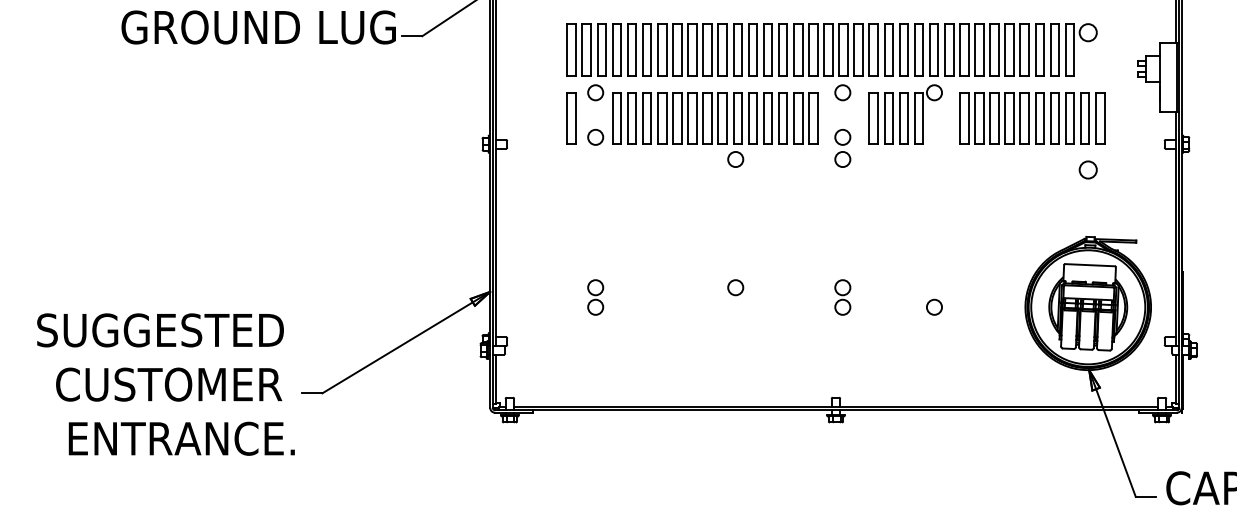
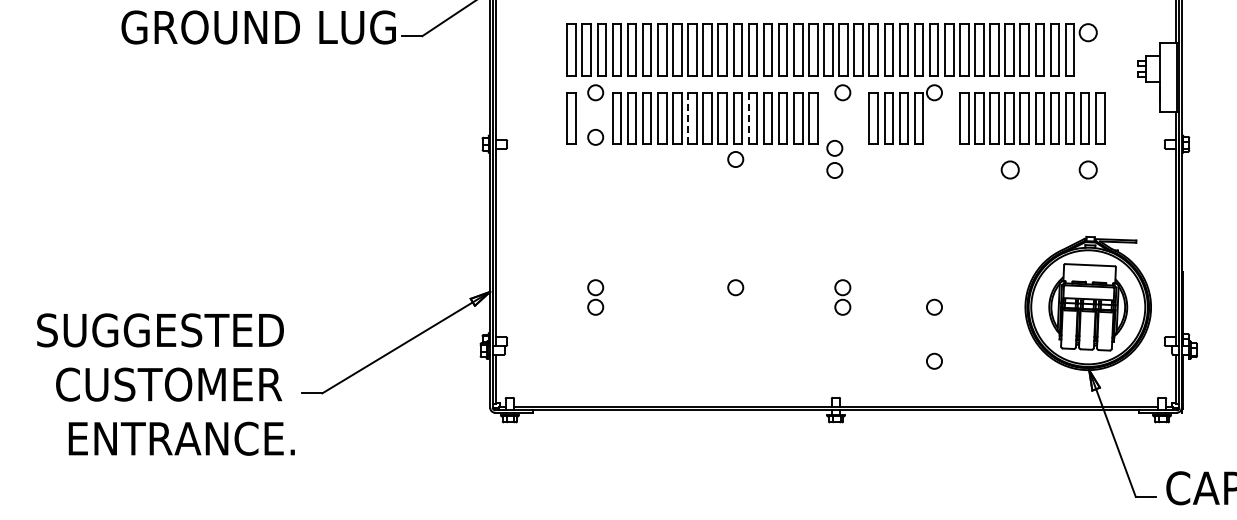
line at (688, 118): solid -> dashed
line at (748, 118): solid -> dashed
part at (842, 148) position: (842, 148) -> (834, 159)
circle at (1009, 169): none -> present
circle at (934, 360): none -> present
